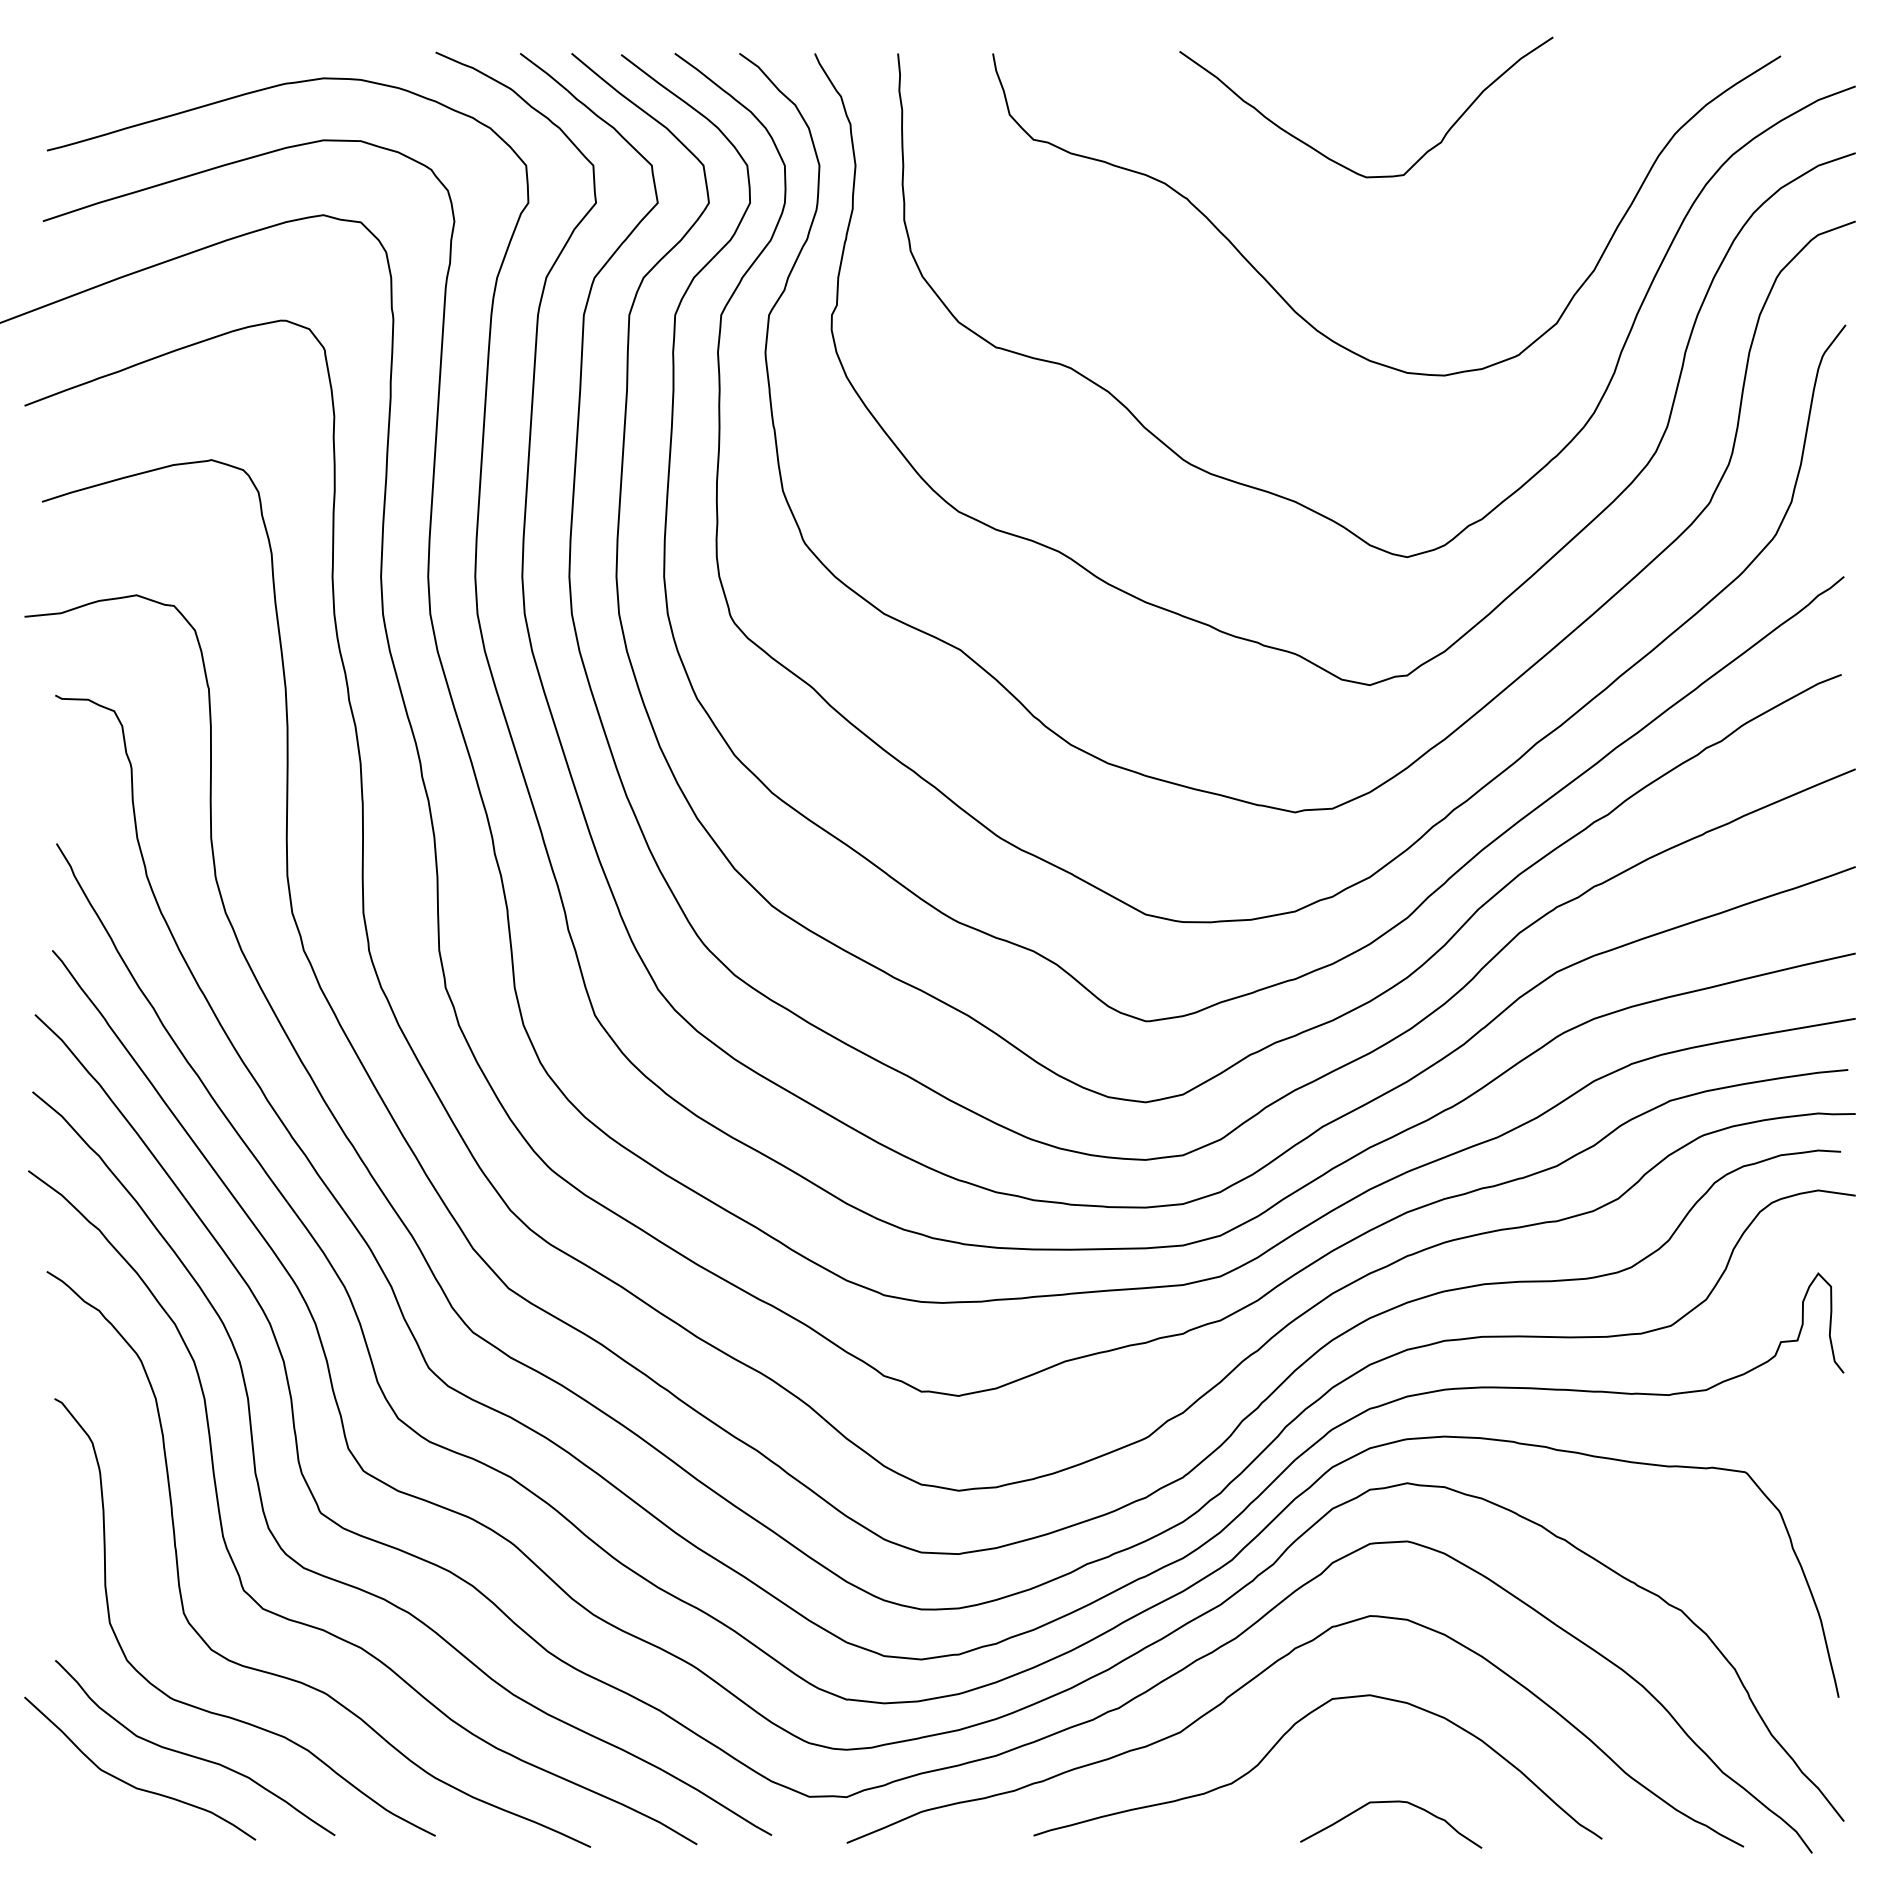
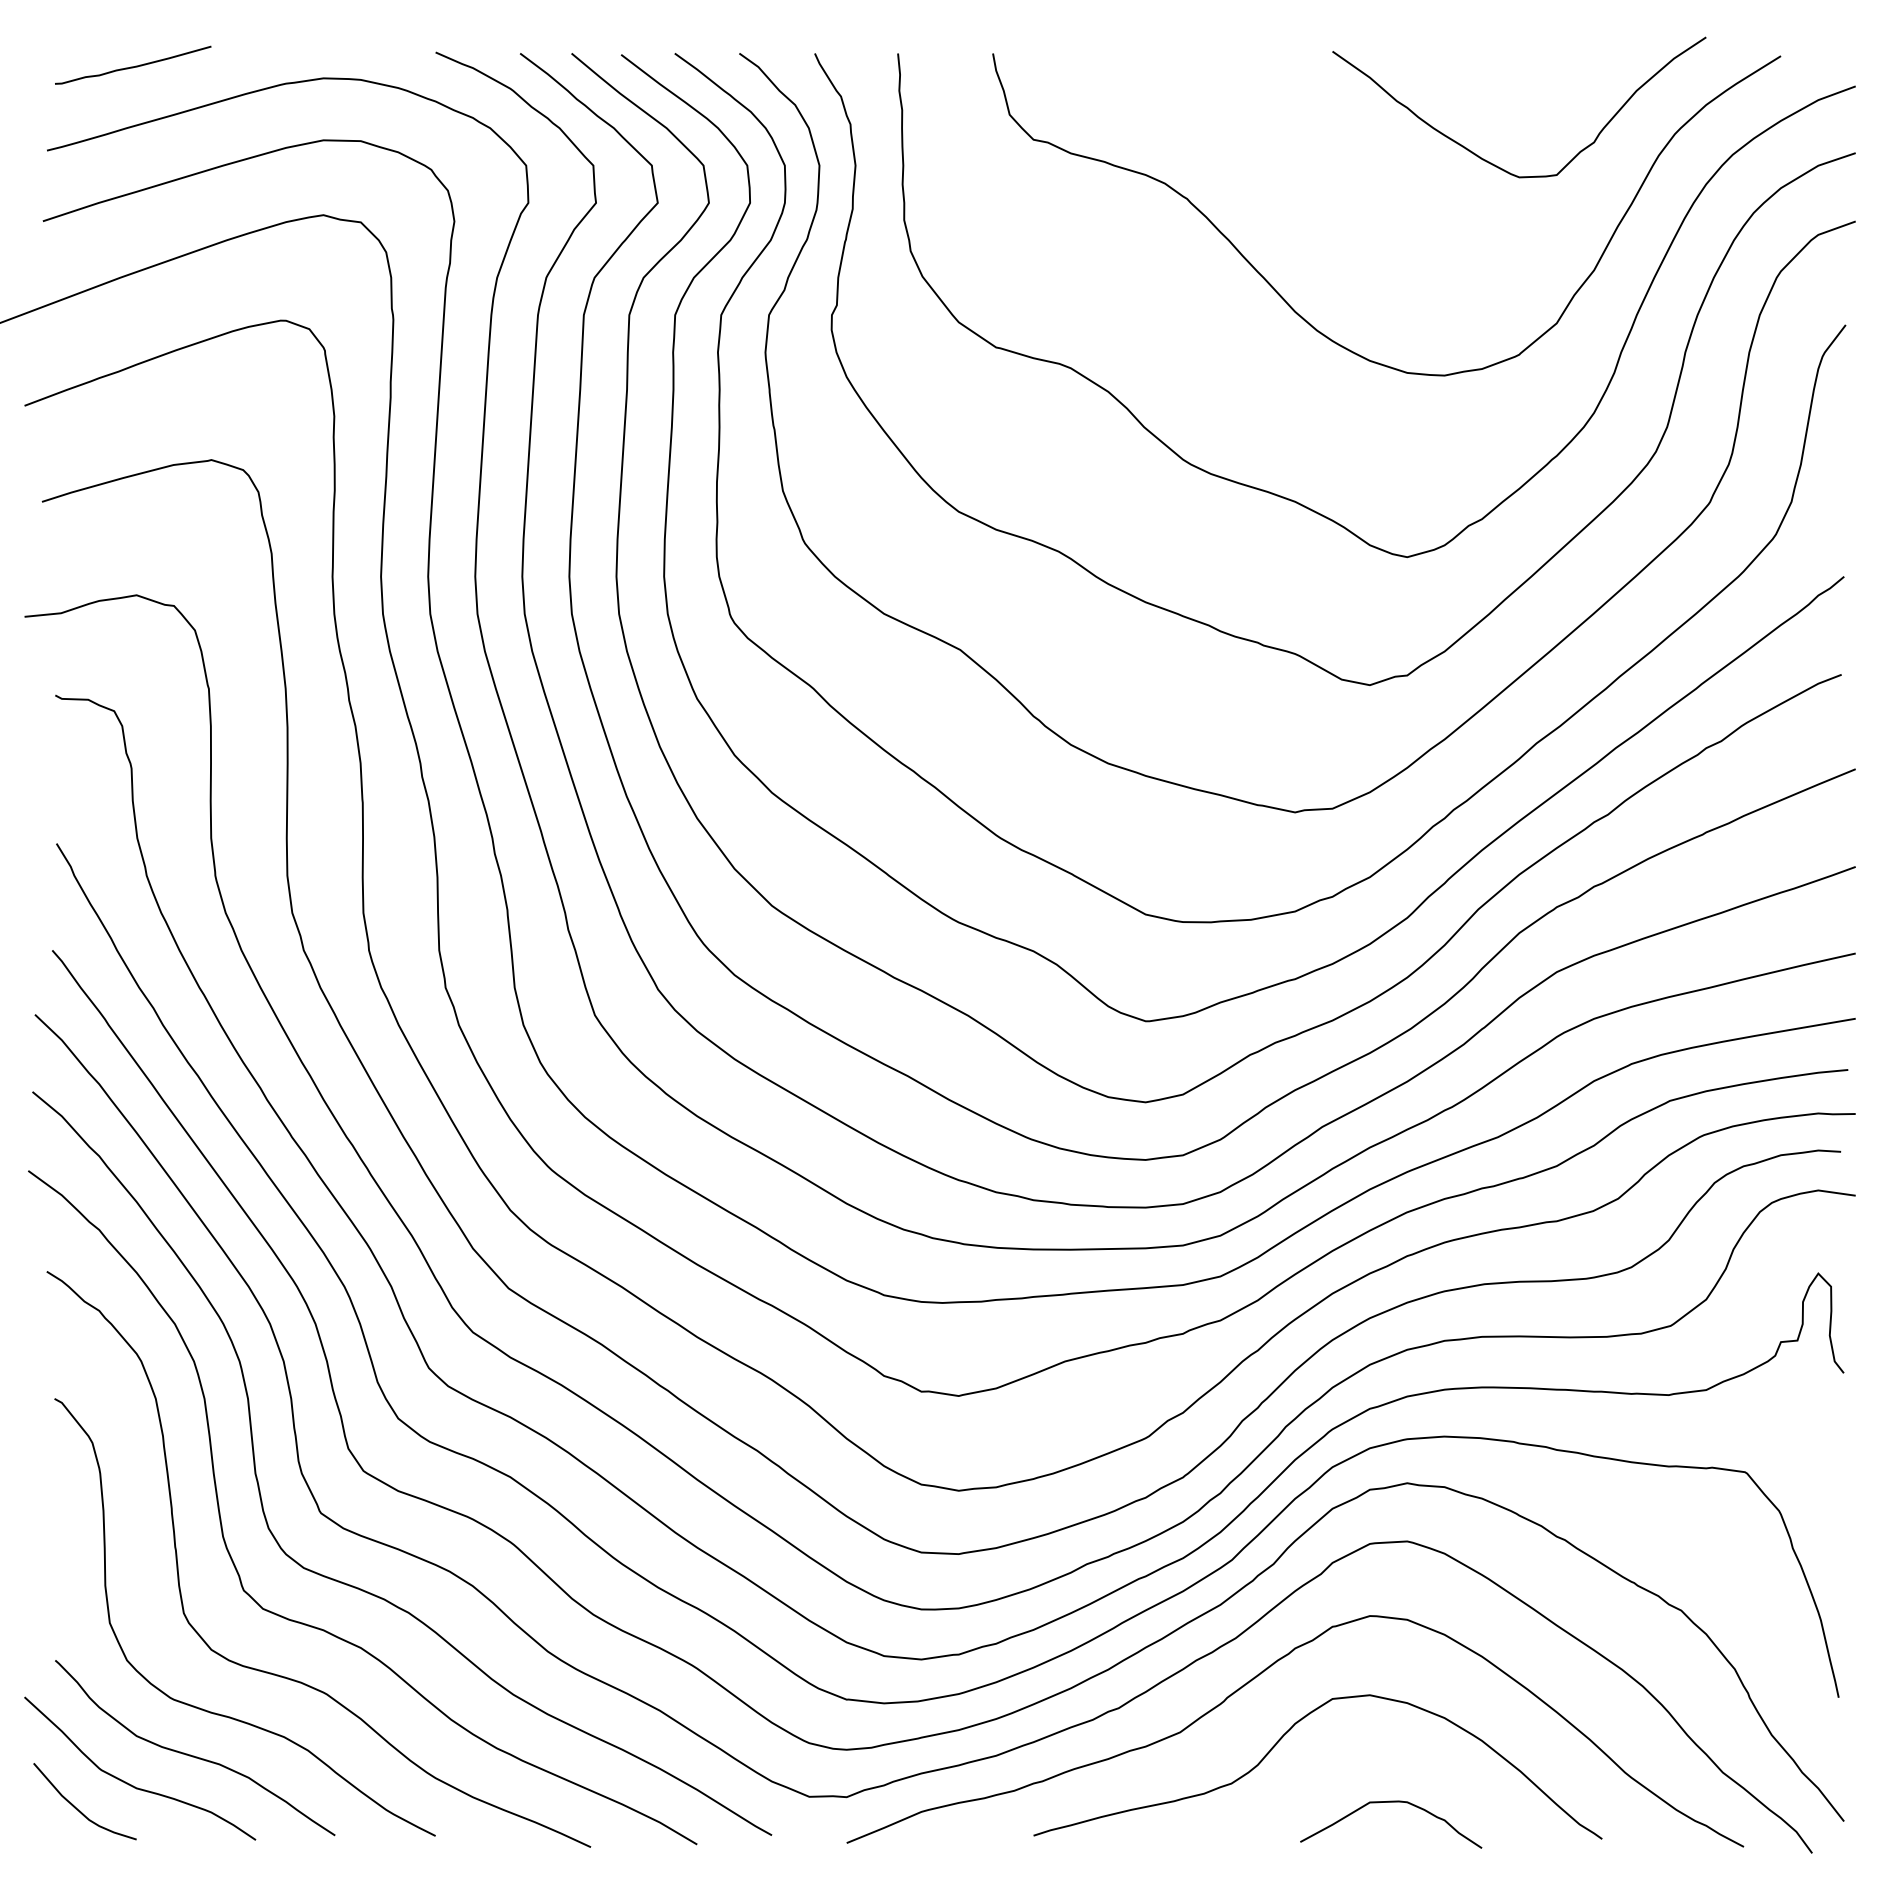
curve at (133, 66): none -> present
curve at (1338, 162) position: (1338, 162) -> (1491, 162)
curve at (80, 1810): none -> present
